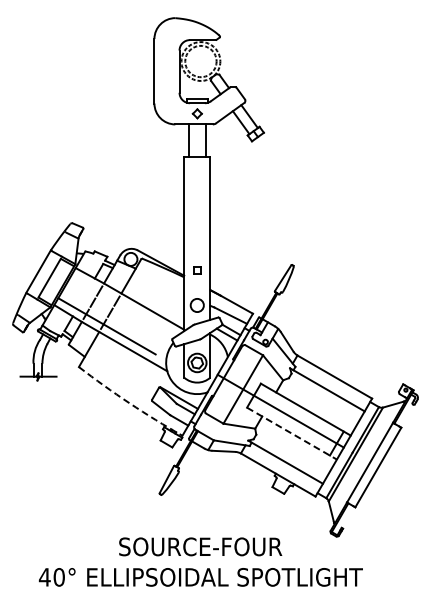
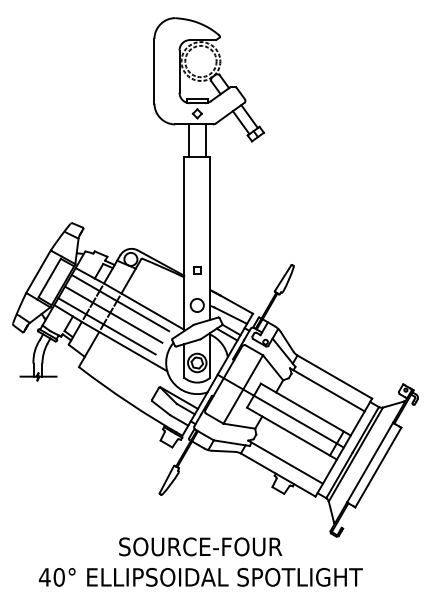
line at (120, 302): none -> present
line at (113, 314): none -> present
arc at (129, 403): dashed -> solid
line at (292, 433): dashed -> solid
